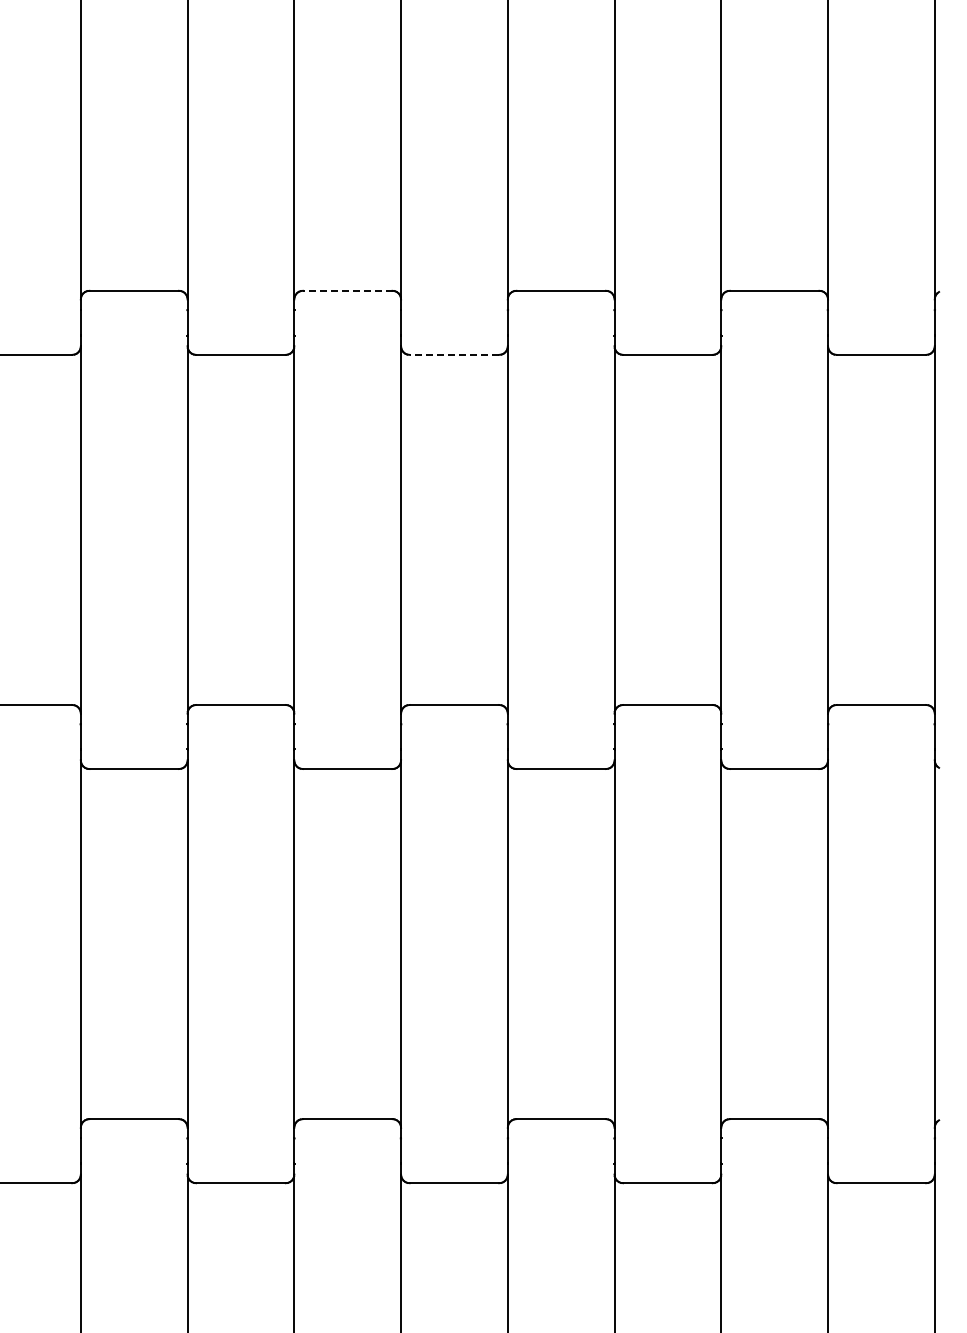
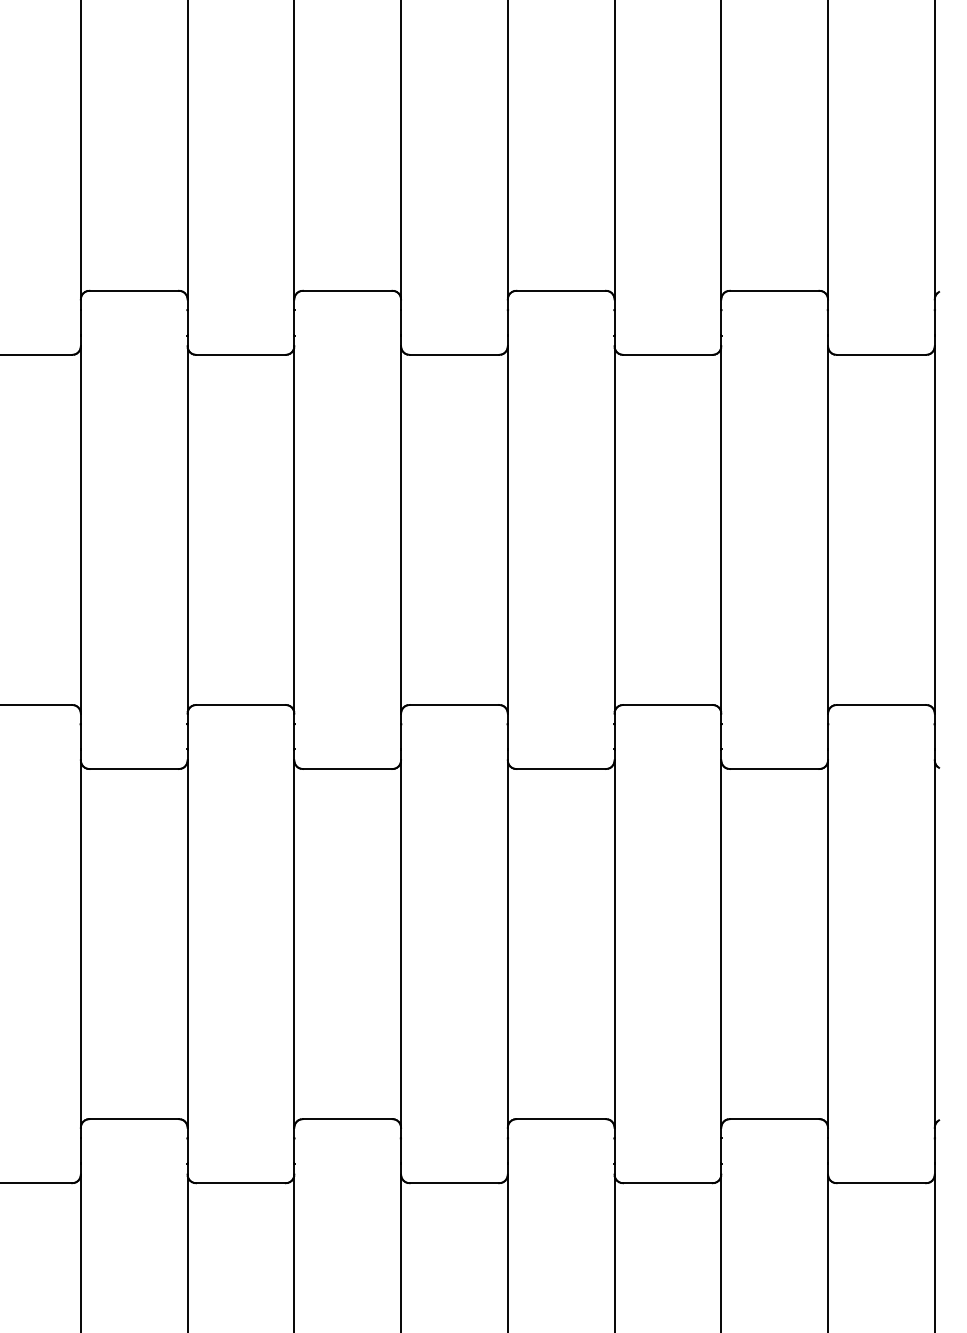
line at (347, 290): dashed -> solid
line at (454, 354): dashed -> solid
